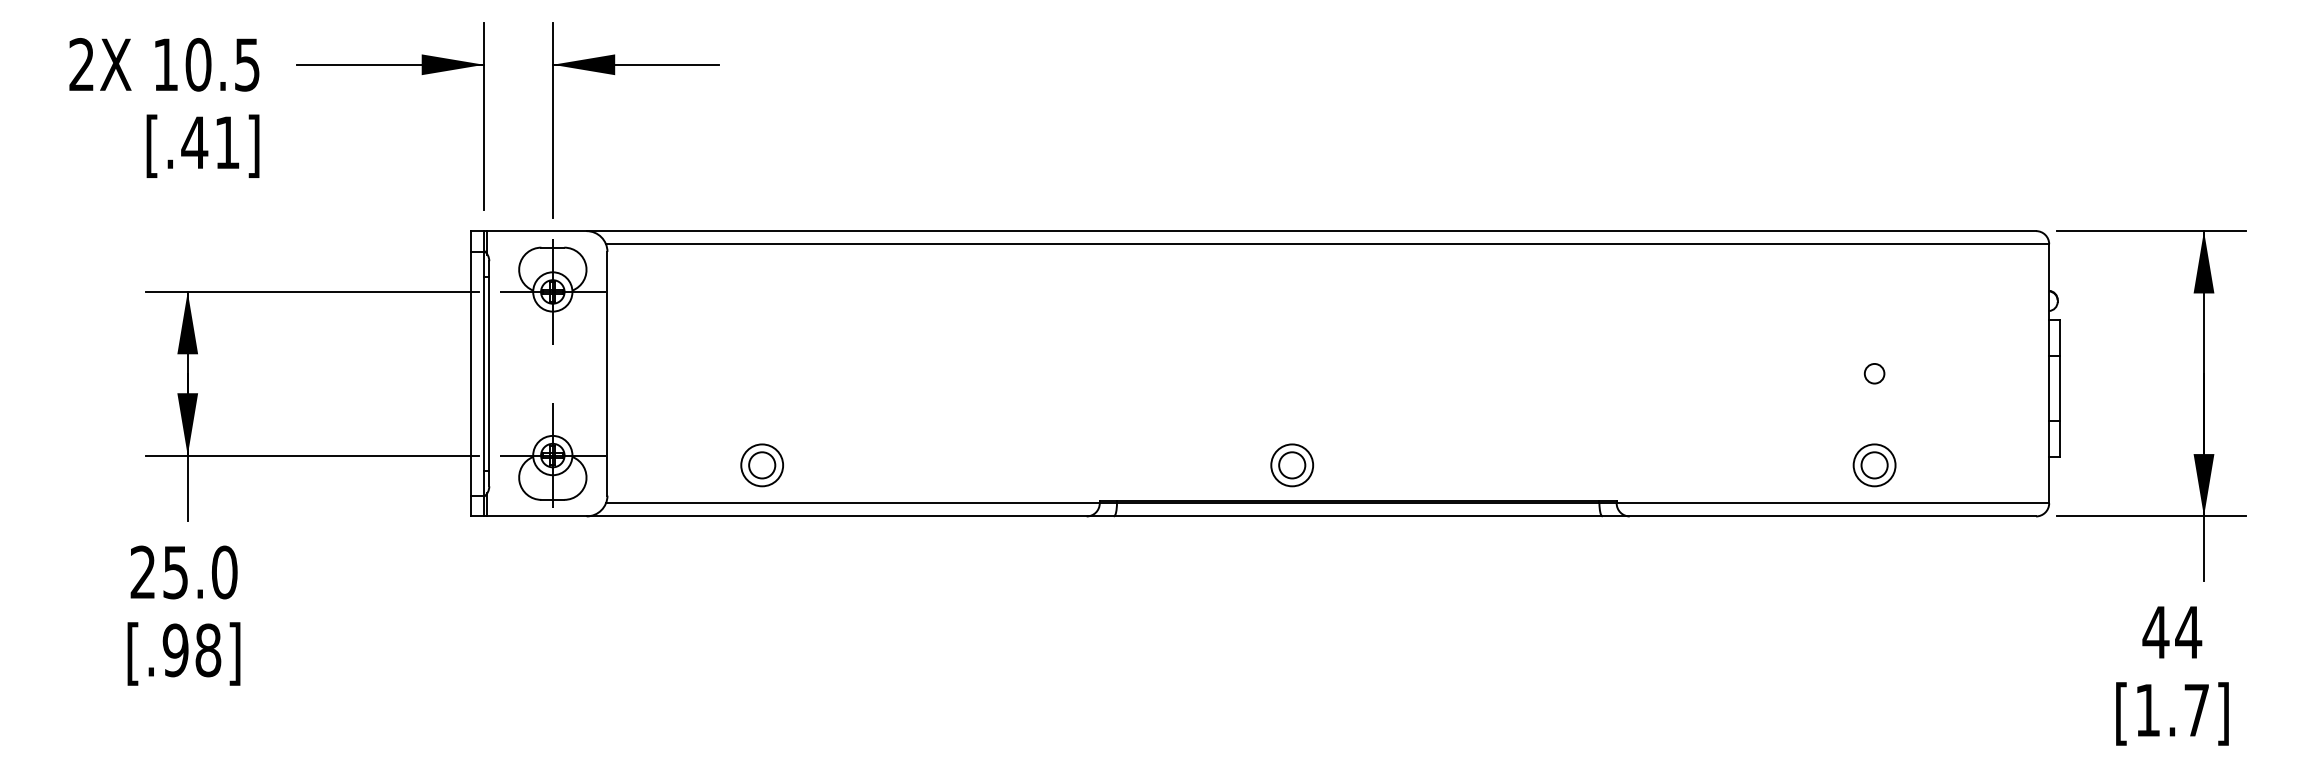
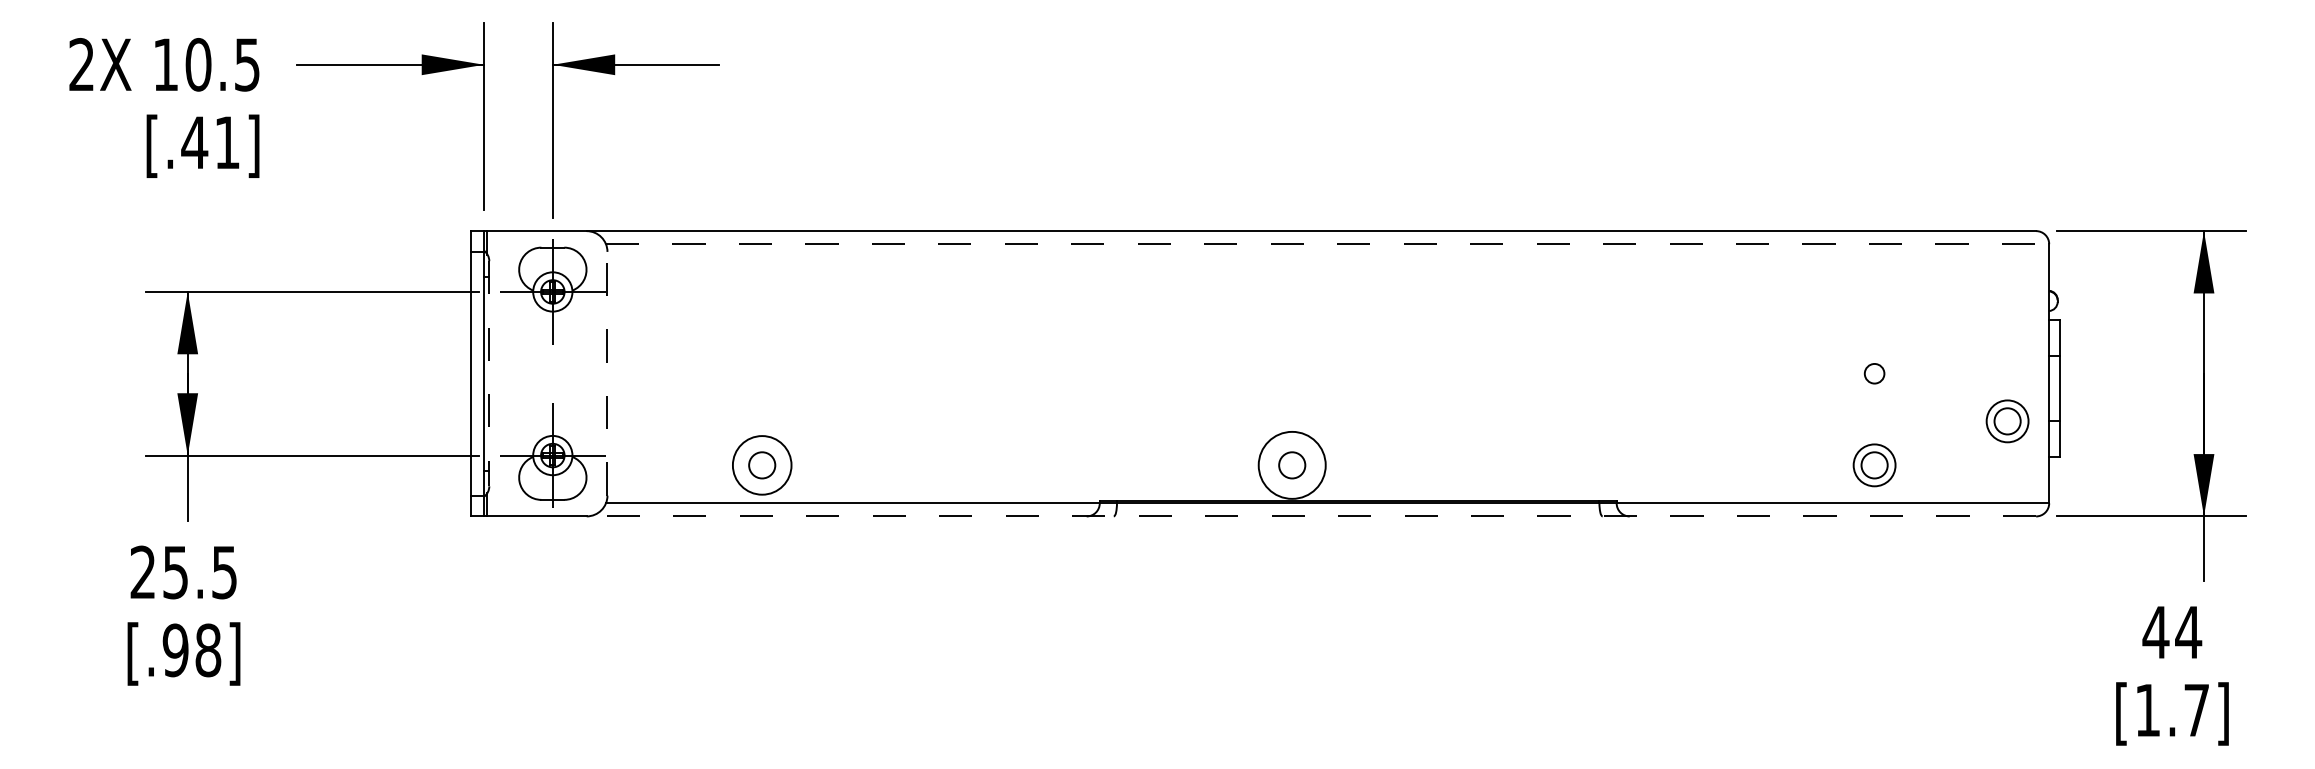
line at (1327, 244): solid -> dashed
line at (489, 373): solid -> dashed
line at (607, 373): solid -> dashed
part at (2007, 421): none -> present
circle at (762, 465) diameter: 42 px -> 59 px
circle at (1292, 465) diameter: 42 px -> 67 px
line at (1311, 516): solid -> dashed
text at (224, 572): 25.0 -> 25.5
